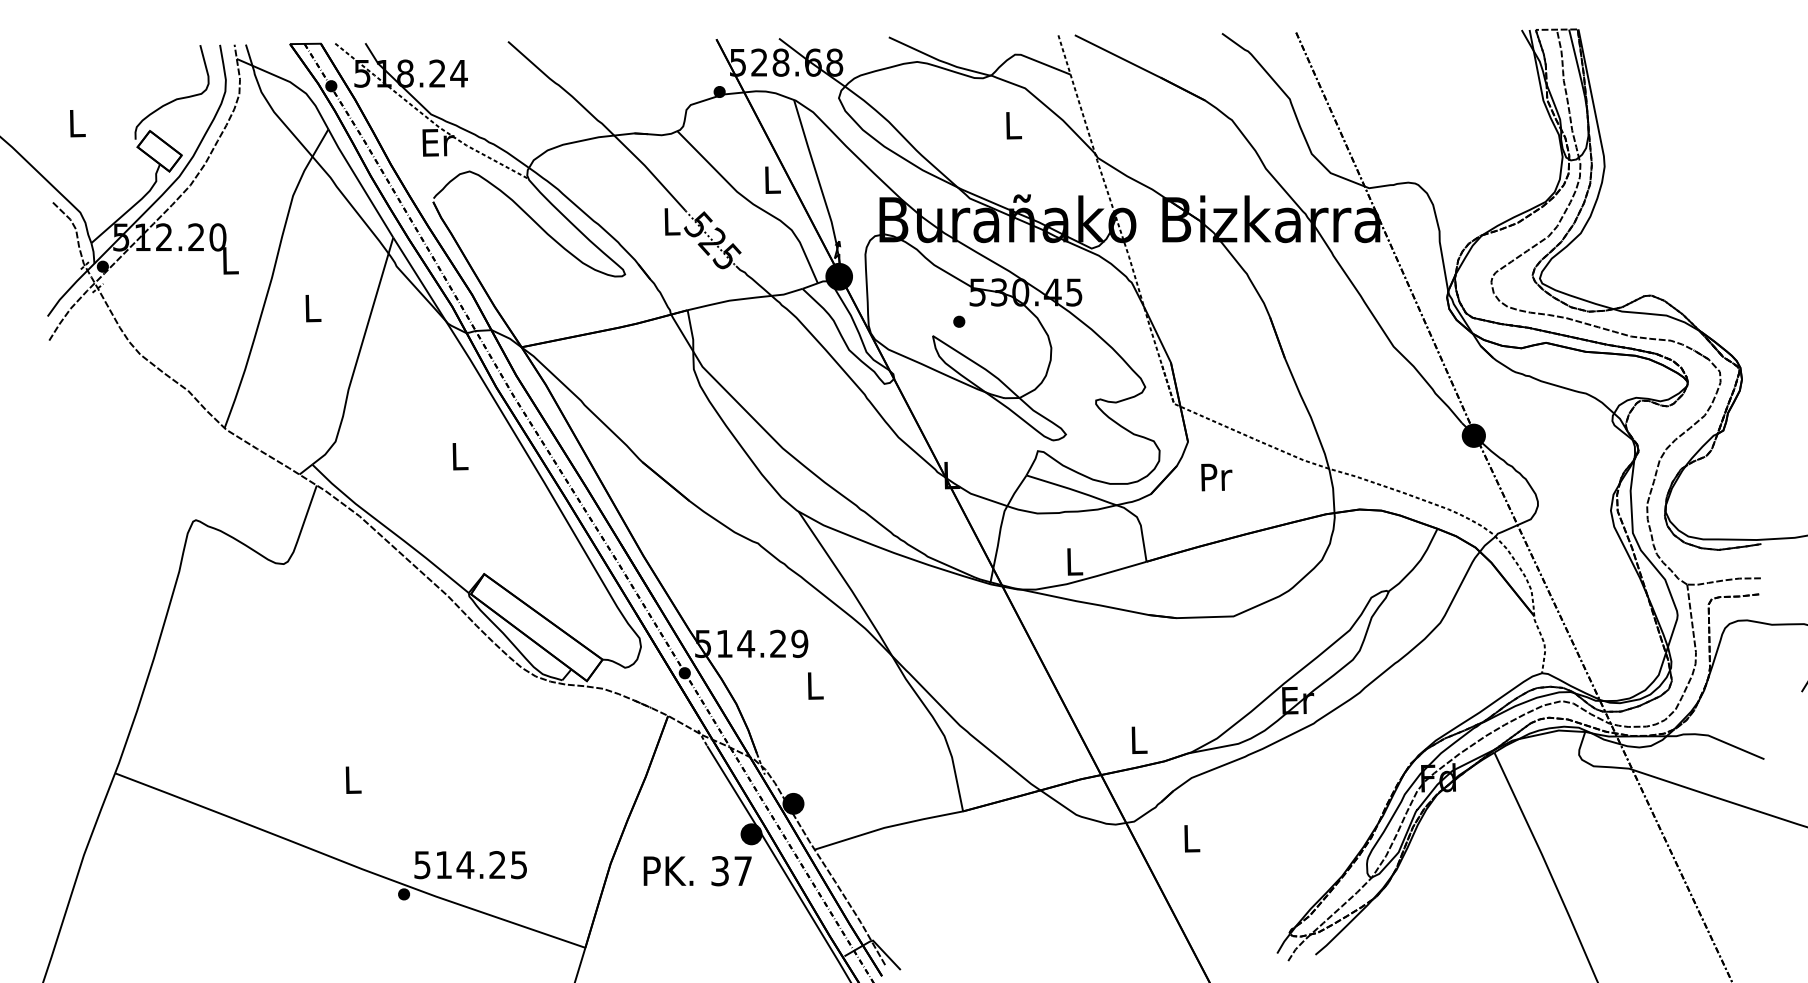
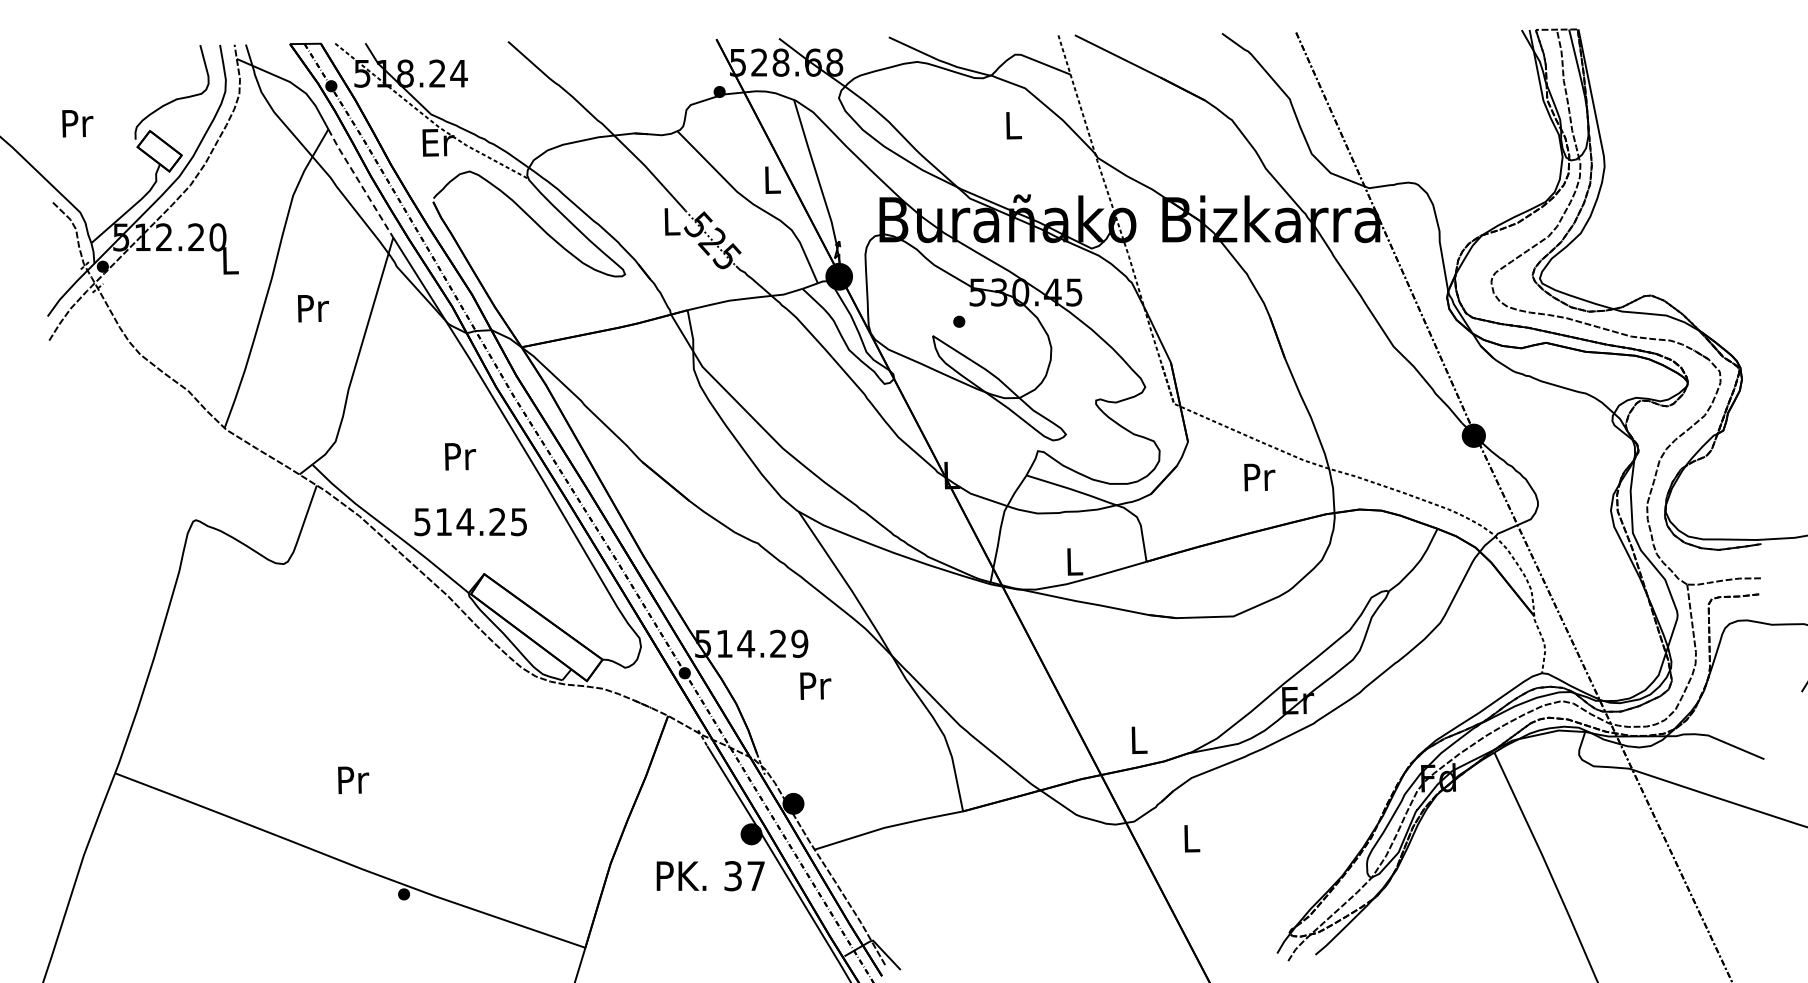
text at (77, 123): L -> Pr
line at (360, 183): solid -> dashed
text at (313, 308): L -> Pr
text at (460, 456): L -> Pr
text at (1216, 477) position: (1216, 477) -> (1259, 477)
text at (815, 685): L -> Pr
text at (353, 780): L -> Pr
text at (470, 865) position: (470, 865) -> (470, 522)
text at (697, 871) position: (697, 871) -> (710, 876)
